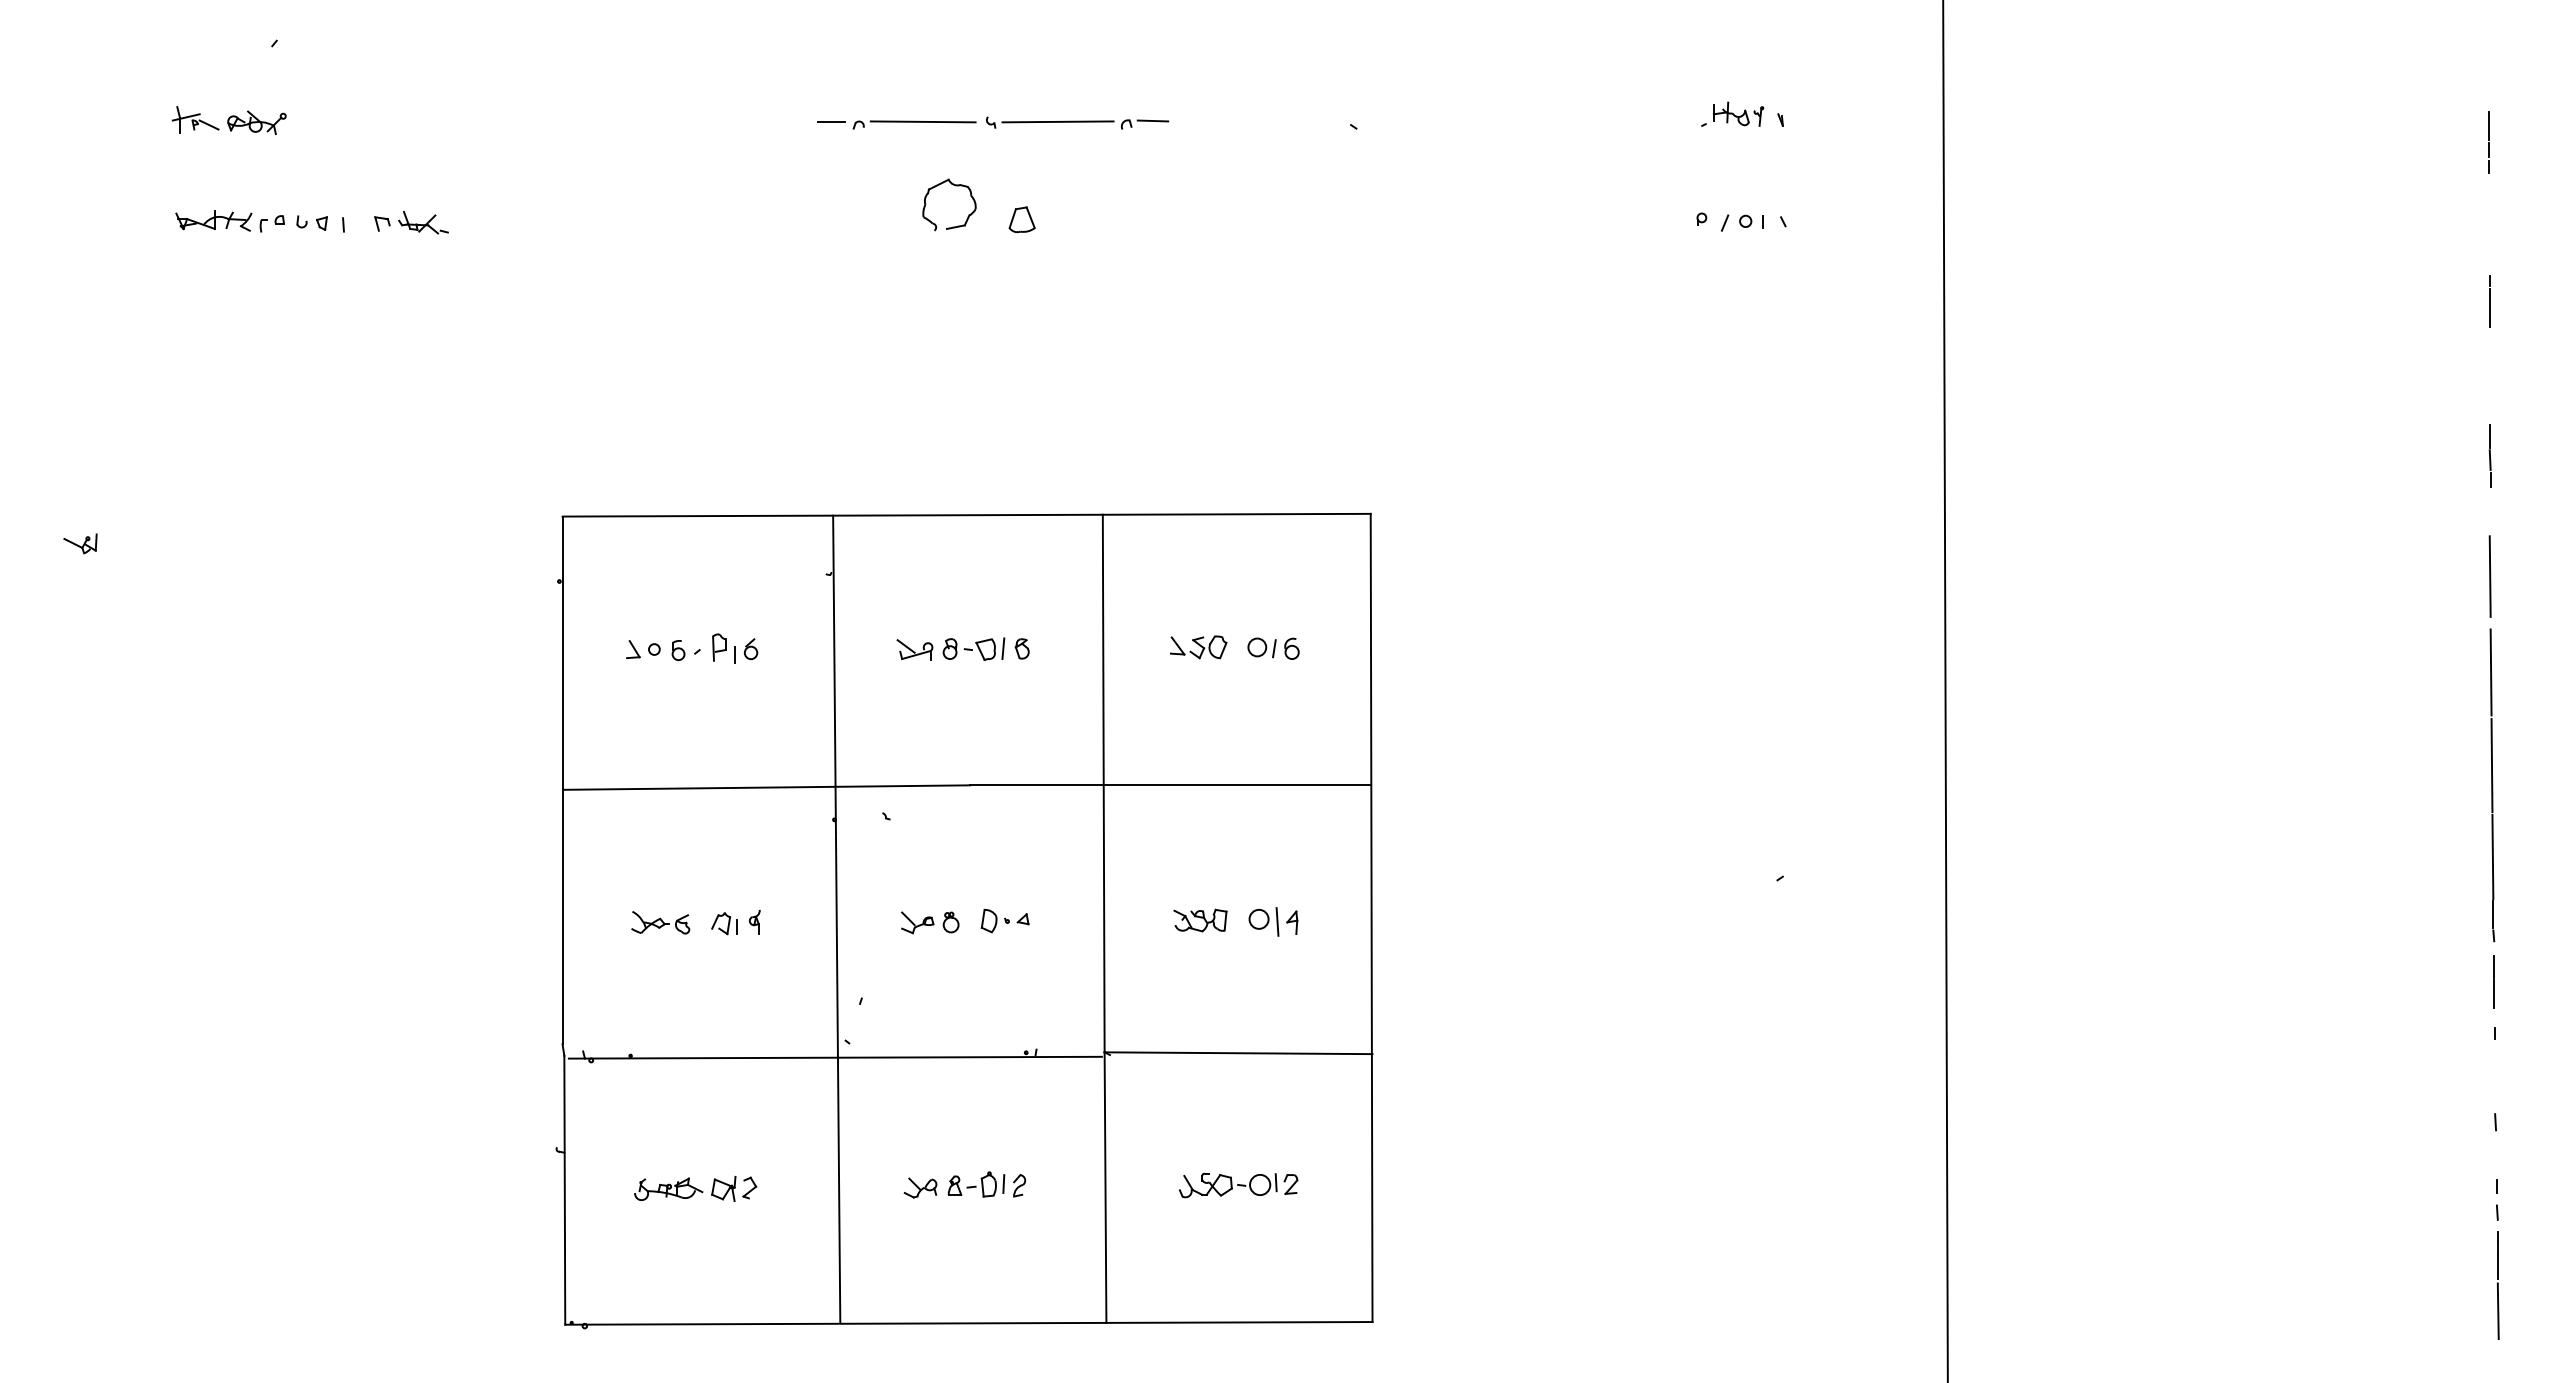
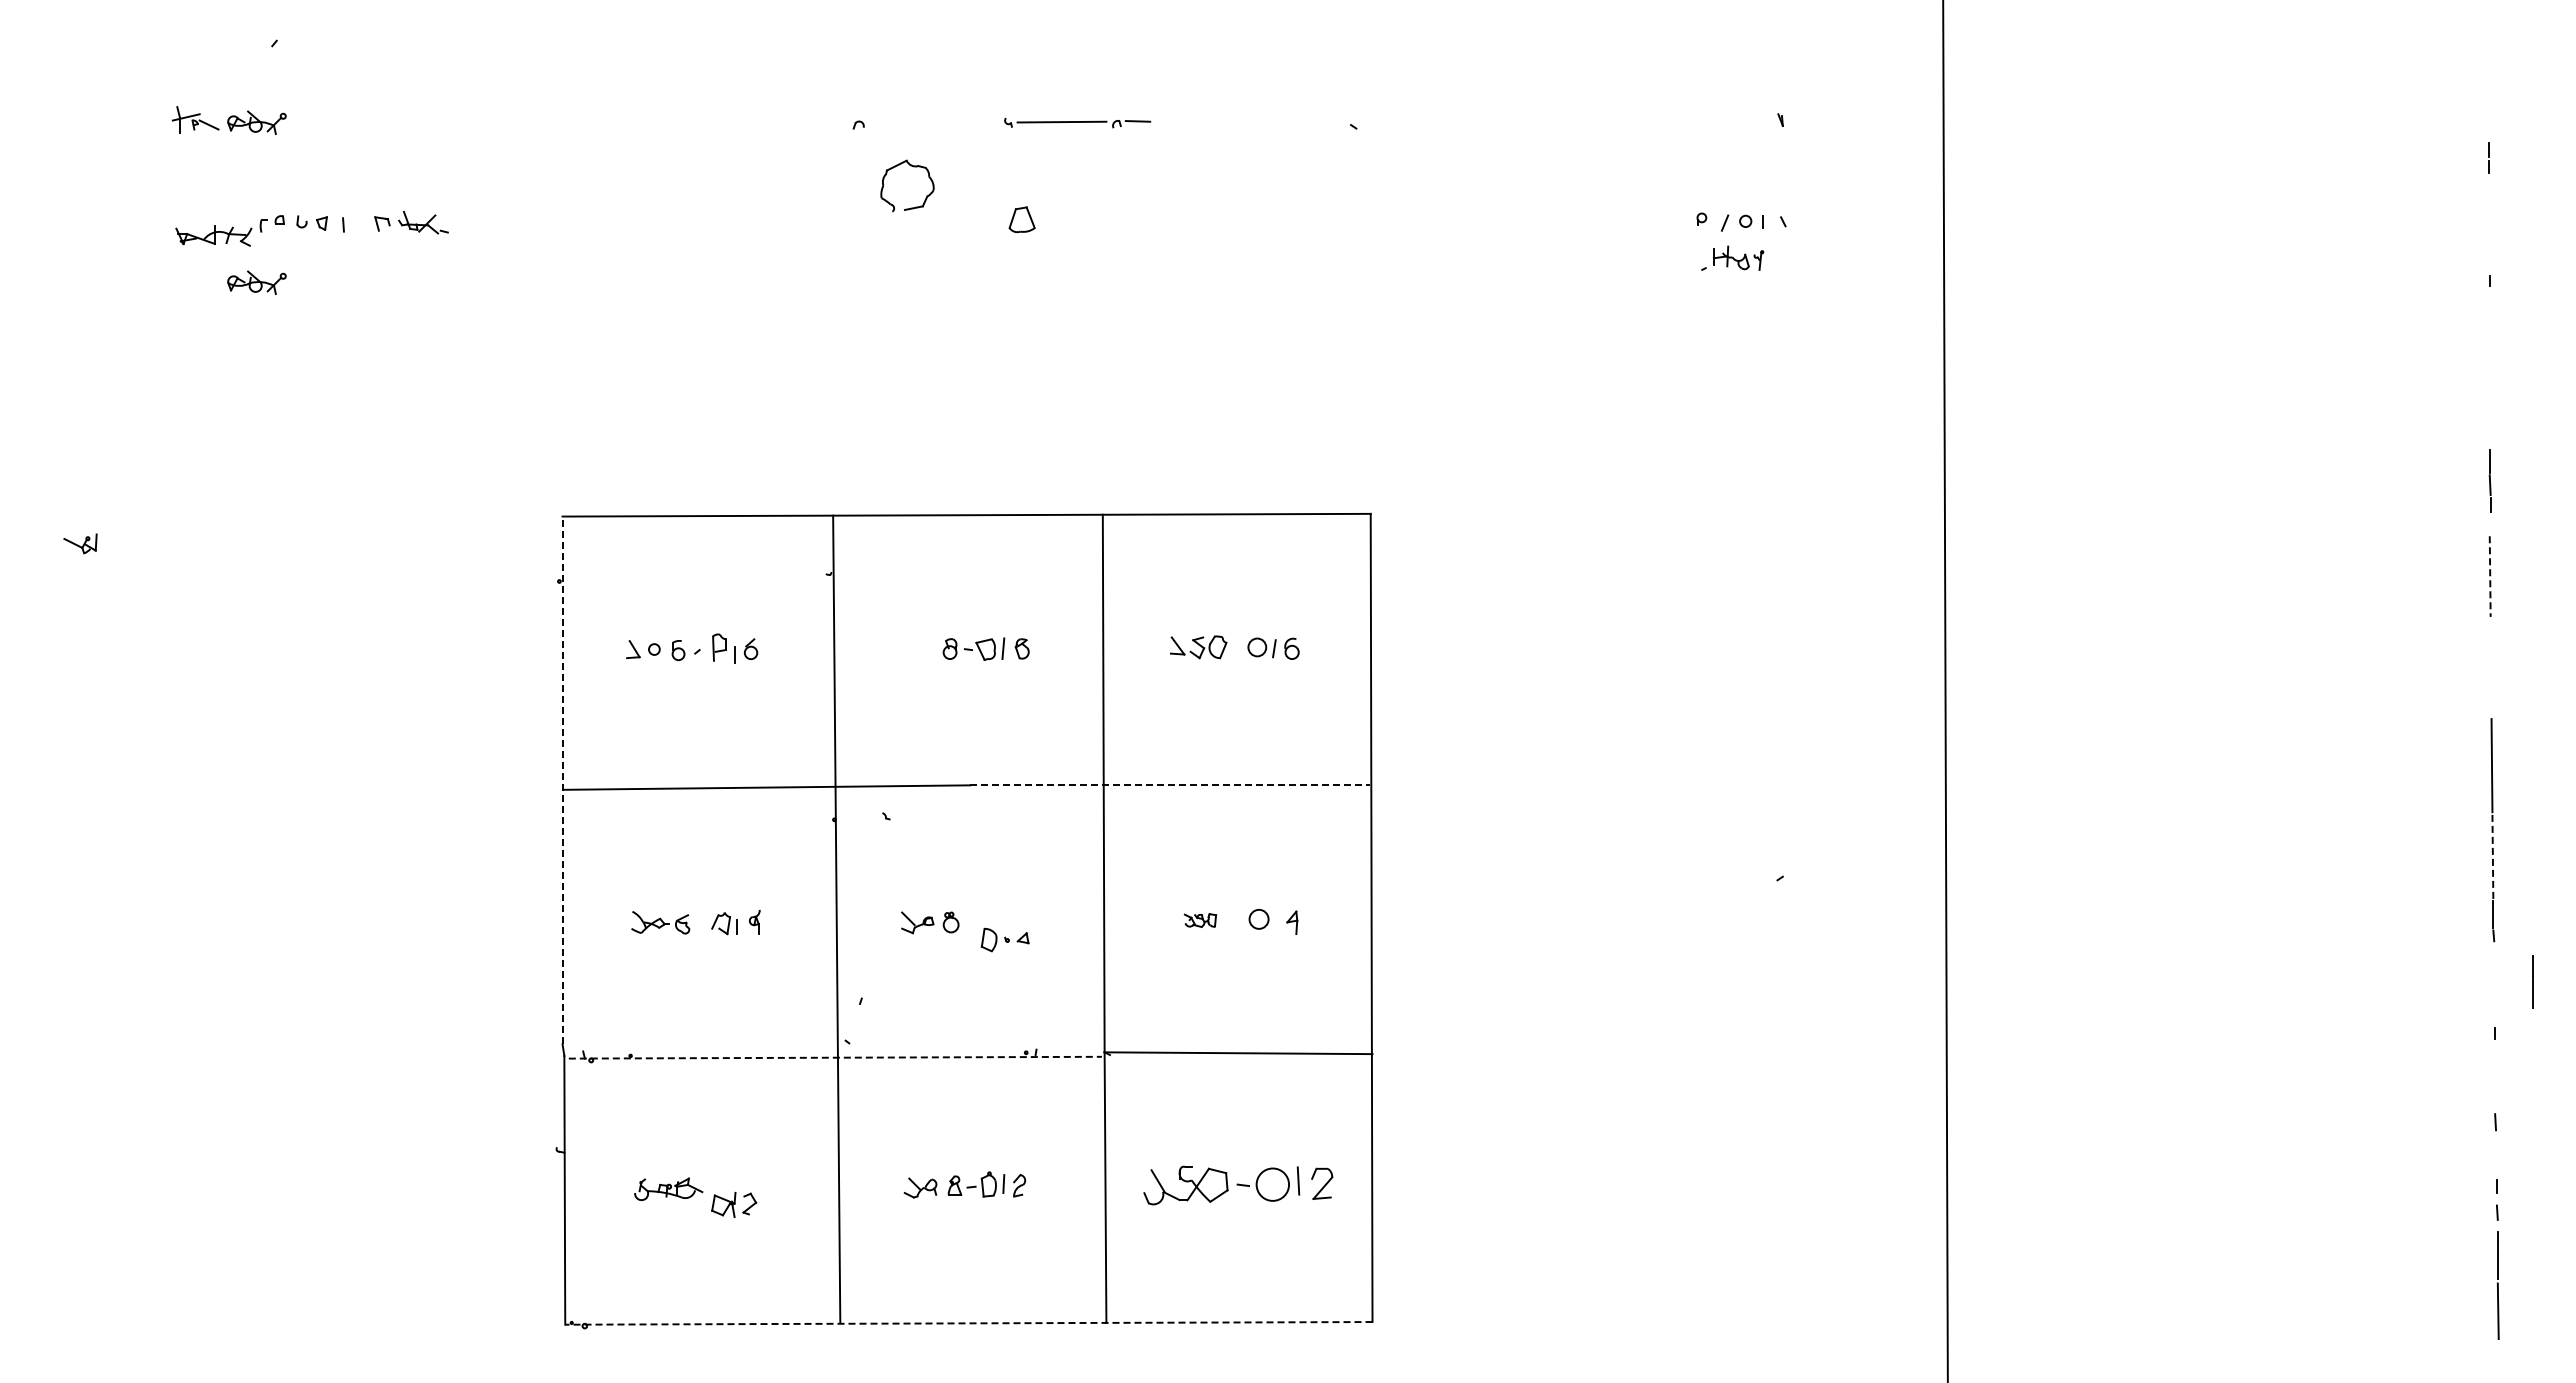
part at (1732, 113) position: (1732, 113) -> (1732, 257)
line at (922, 121): present -> none
line at (830, 122): present -> none
part at (1077, 122) size: 184x14 px -> 148x12 px
line at (2488, 125): present -> none
part at (955, 186) position: (955, 186) -> (913, 167)
part at (213, 220) position: (213, 220) -> (213, 235)
part at (256, 282): none -> present
line at (2489, 307): present -> none
part at (2489, 455) position: (2489, 455) -> (2489, 480)
line at (2490, 577): solid -> dashed
part at (914, 649): present -> none
line at (2490, 672): present -> none
line at (562, 780): solid -> dashed
line at (1170, 785): solid -> dashed
line at (2492, 857): solid -> dashed
part at (1004, 920) position: (1004, 920) -> (1004, 939)
part at (1200, 920) size: 55x25 px -> 34x15 px
line at (1277, 921): present -> none
line at (2493, 981) position: (2493, 981) -> (2532, 981)
line at (835, 1057): solid -> dashed
part at (1238, 1185) size: 120x27 px -> 191x41 px
part at (734, 1188) position: (734, 1188) -> (734, 1204)
line at (968, 1323): solid -> dashed
